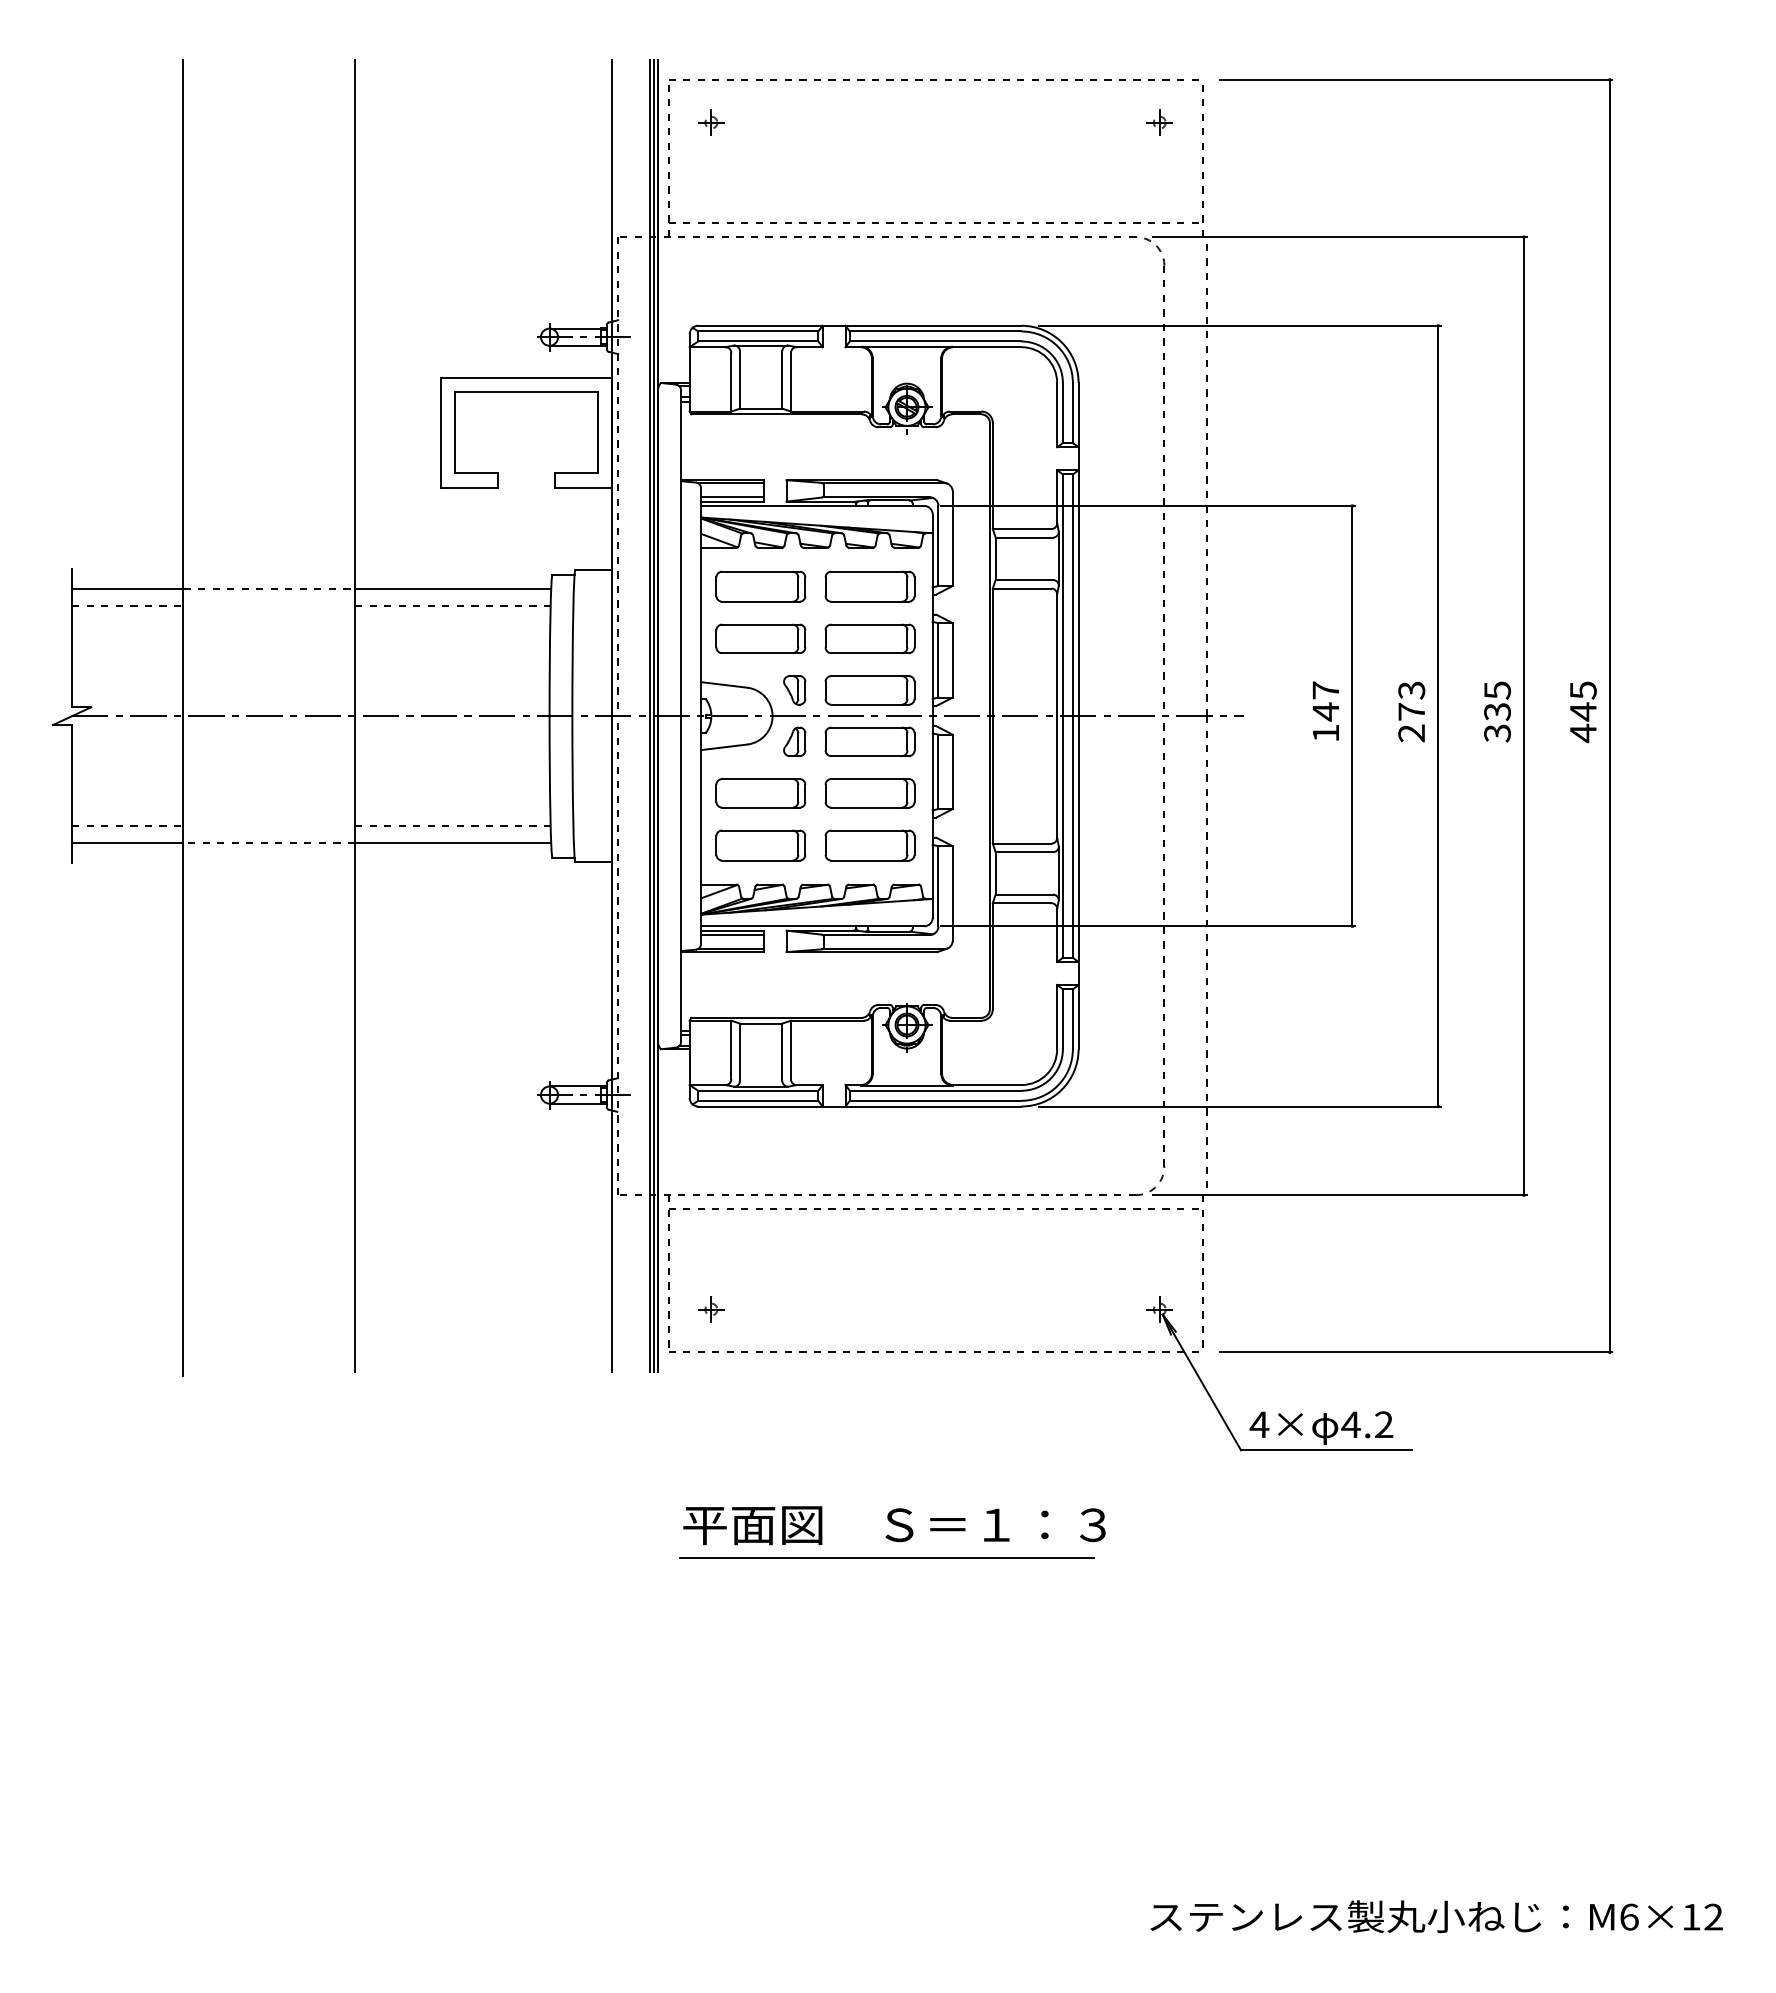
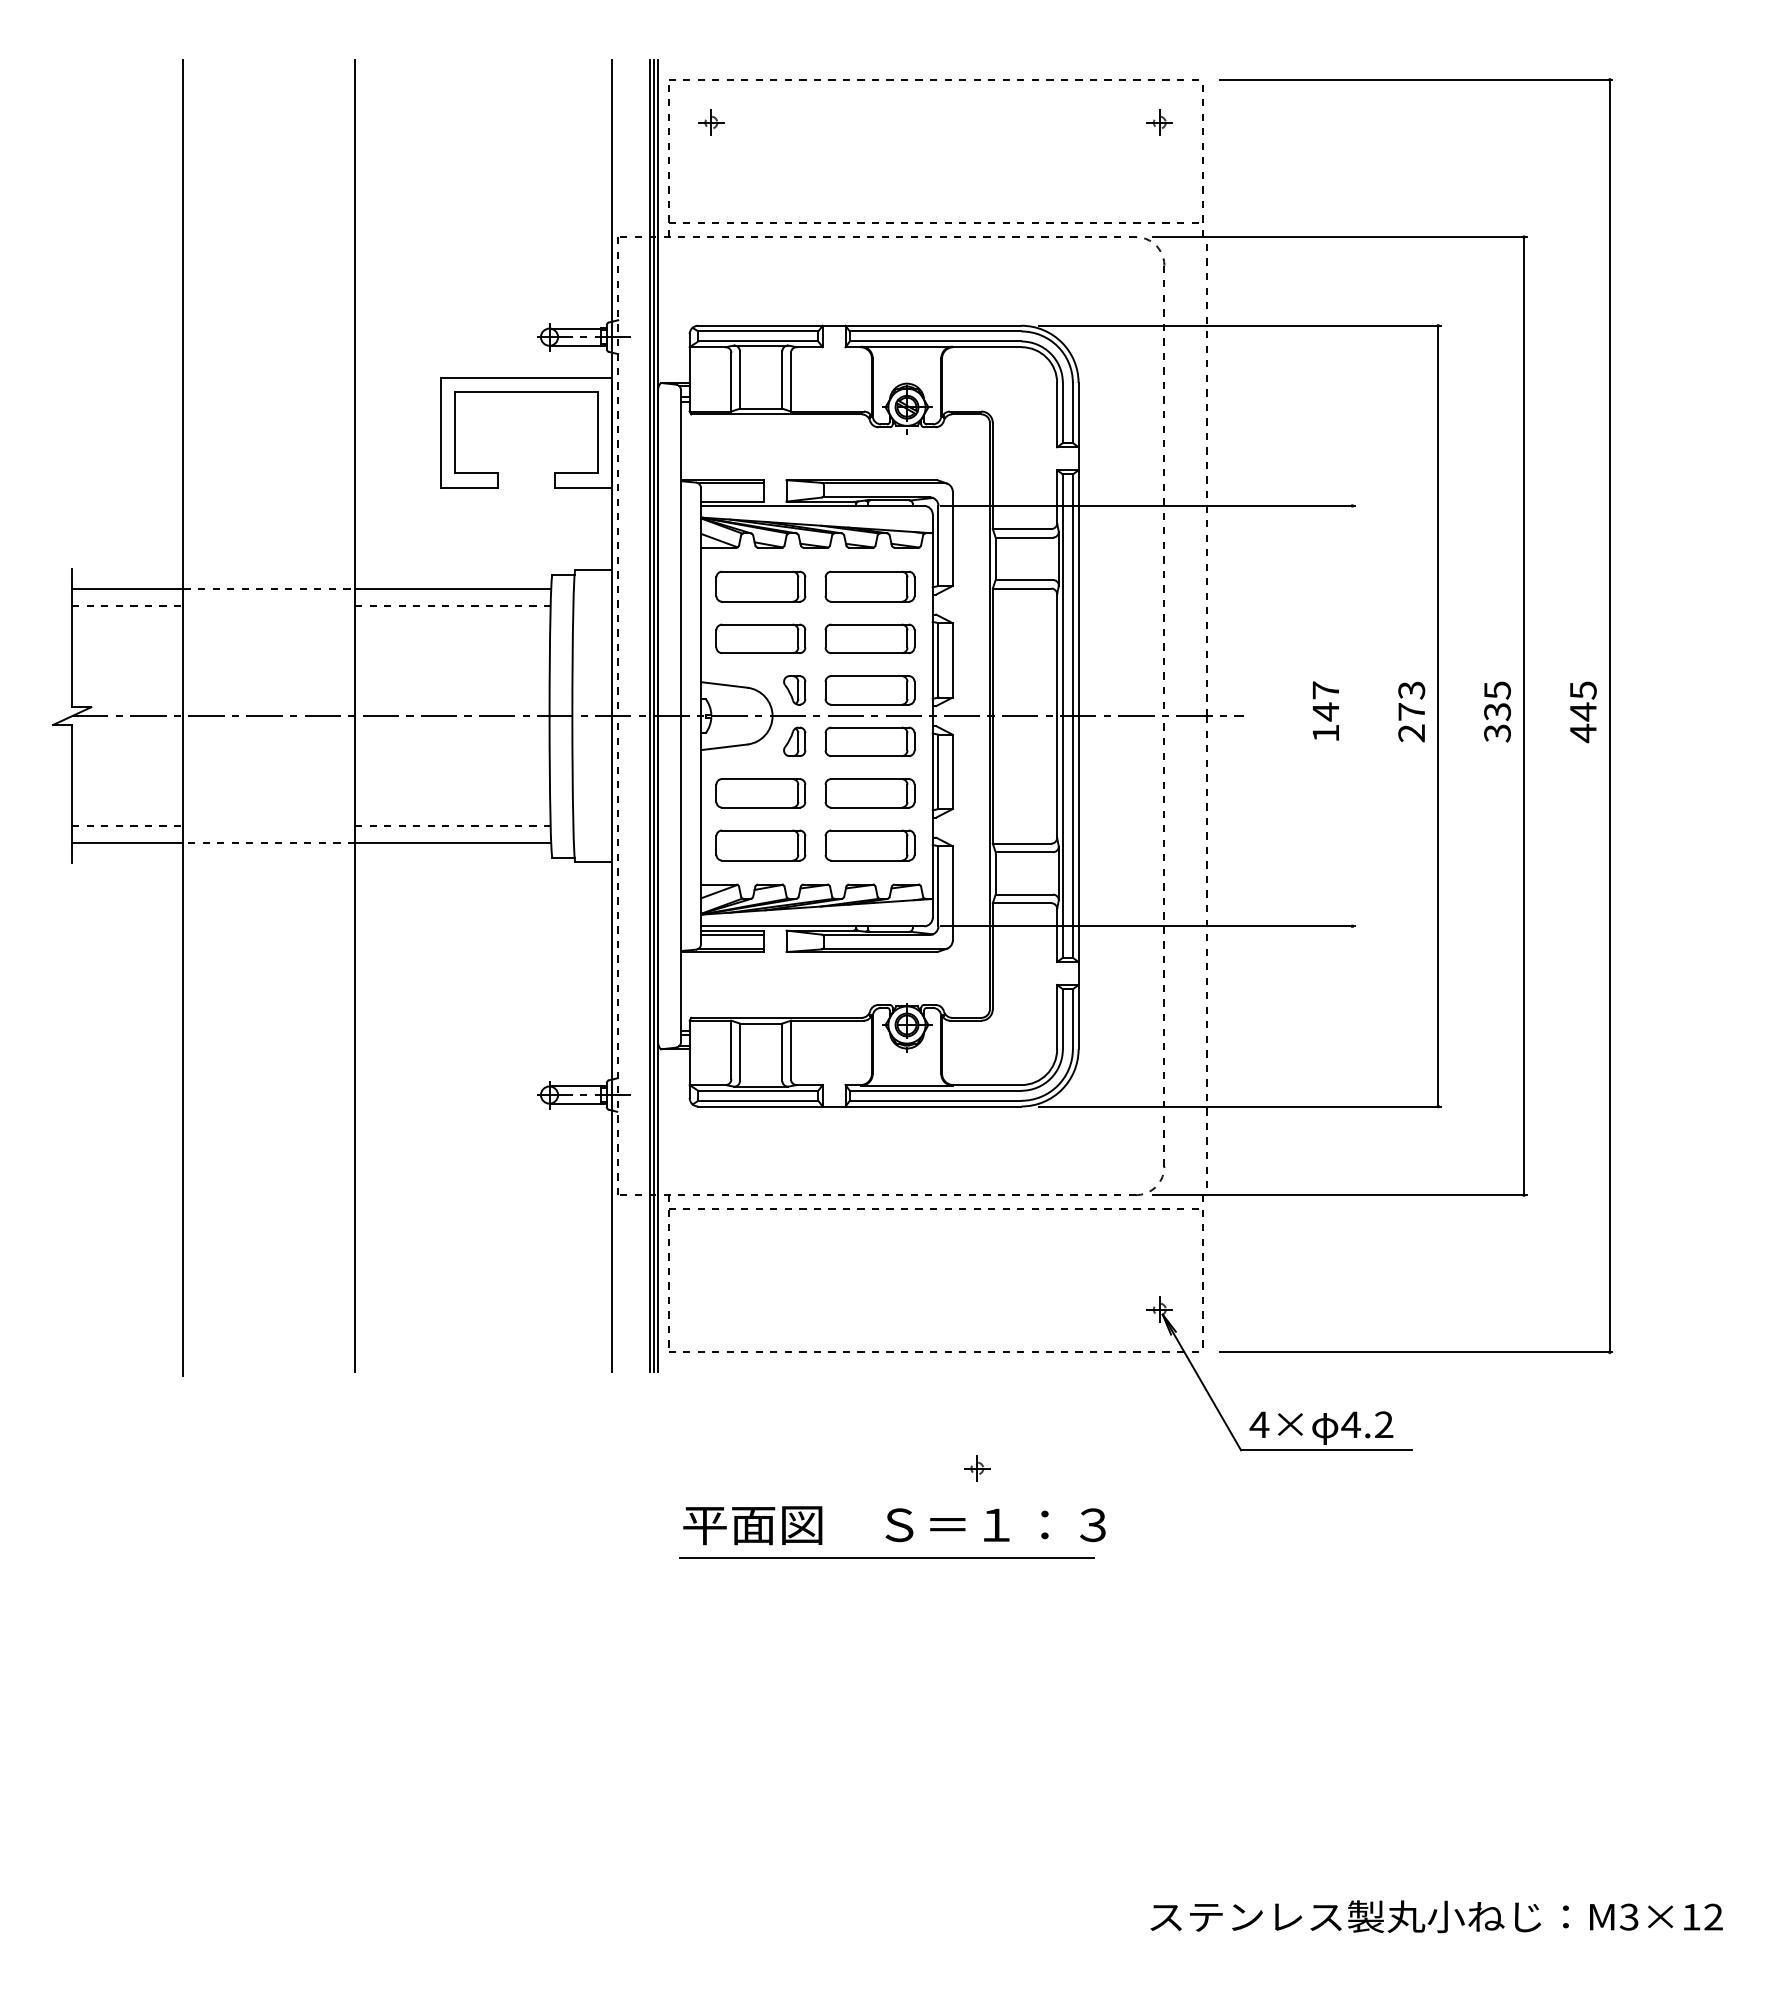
line at (732, 497): present -> none
line at (1352, 715): present -> none
part at (711, 1309) position: (711, 1309) -> (977, 1468)
text at (1628, 1916): M6×12 -> M3×12
